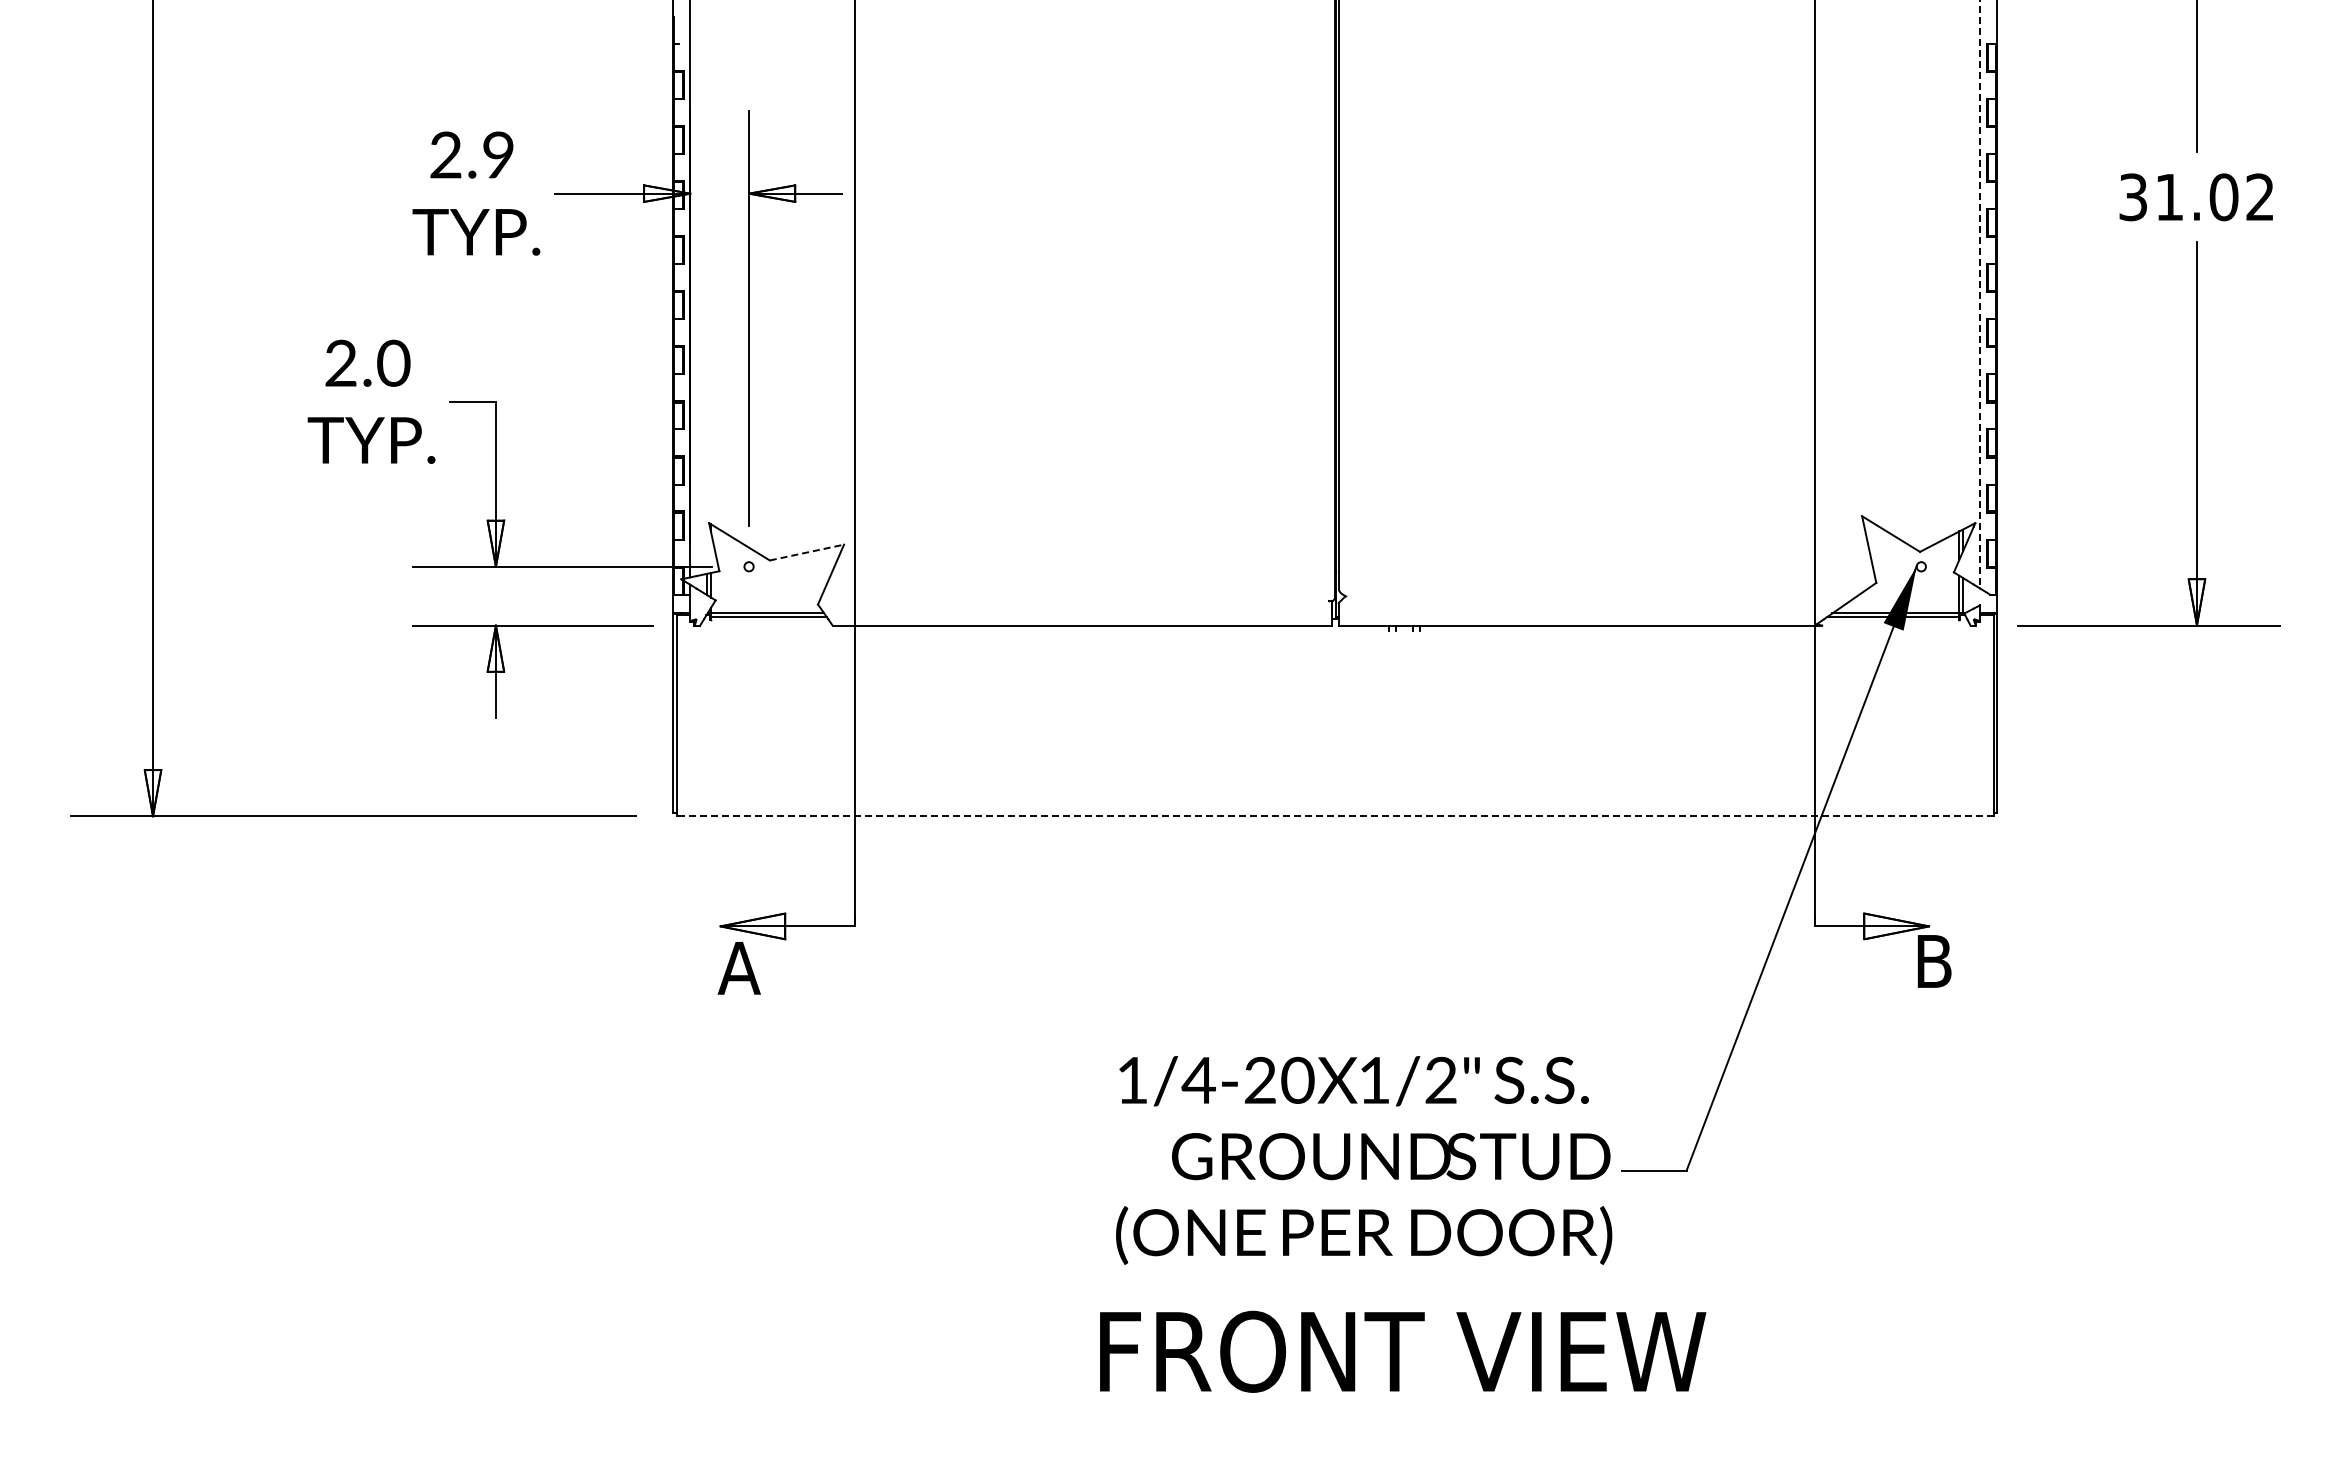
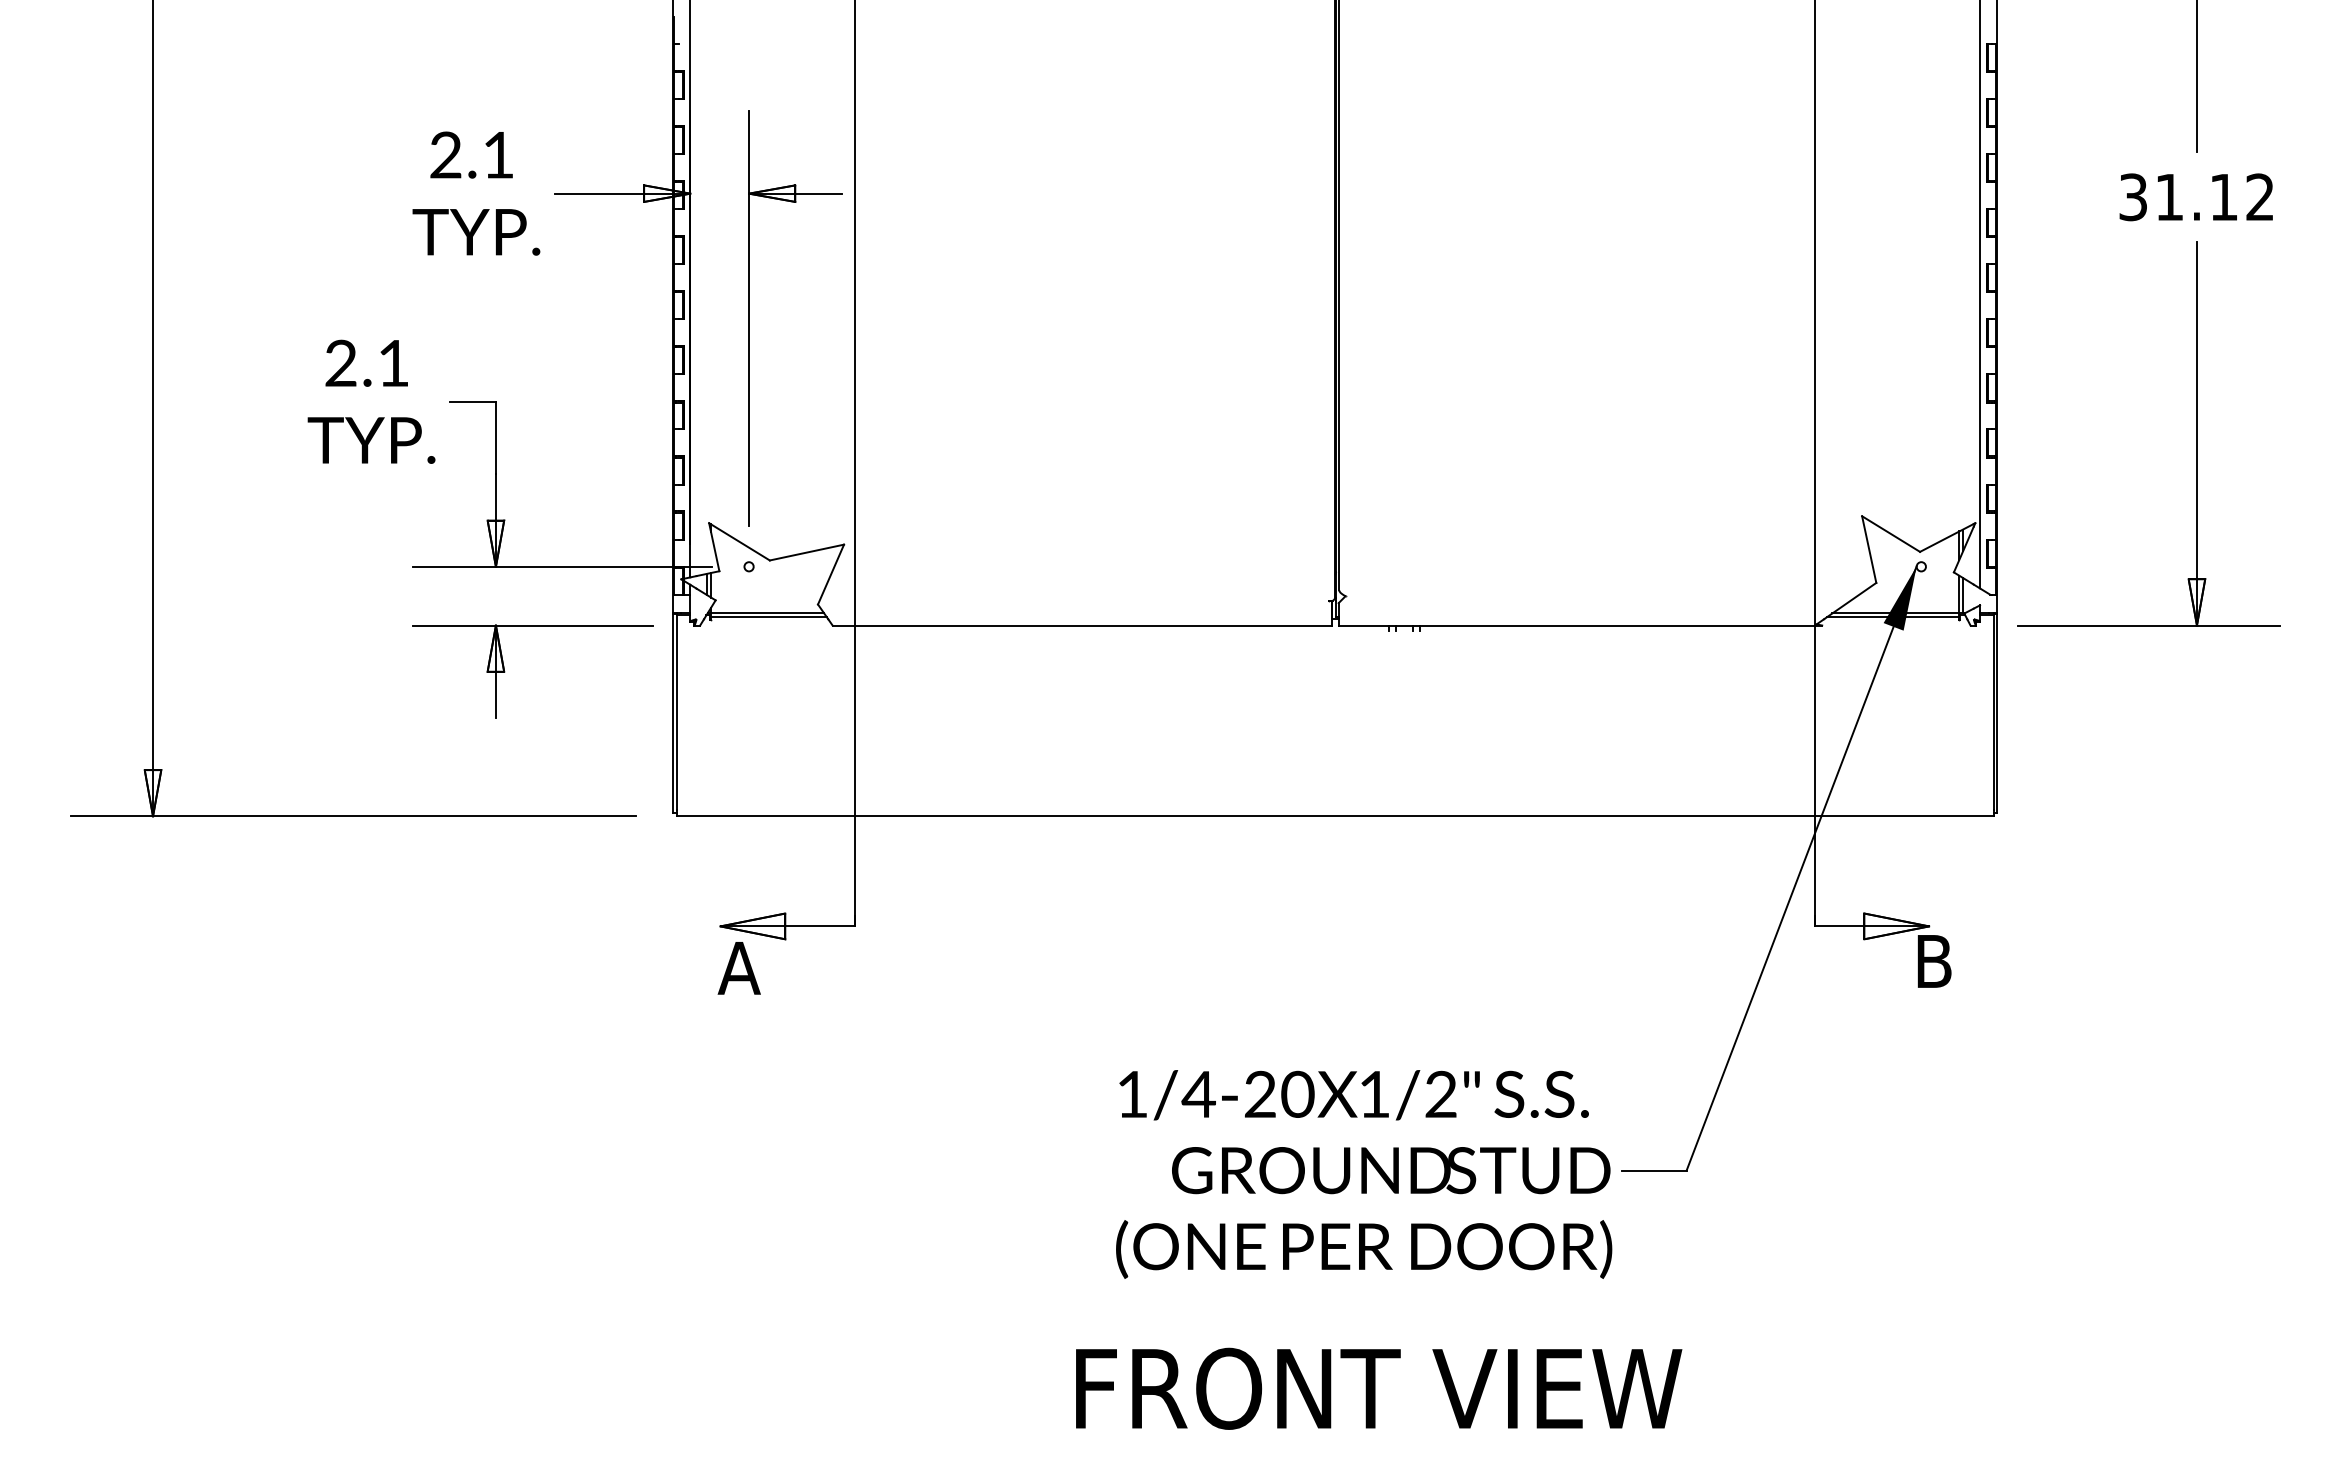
text at (498, 154): 2.9 -> 2.1
text at (2223, 197): 31.02 -> 31.12
line at (1980, 294): dashed -> solid
text at (393, 362): 2.0 -> 2.1
line at (806, 552): dashed -> solid
line at (1334, 816): dashed -> solid
text at (1364, 1160) position: (1364, 1160) -> (1364, 1174)
text at (1403, 1351) position: (1403, 1351) -> (1379, 1388)
